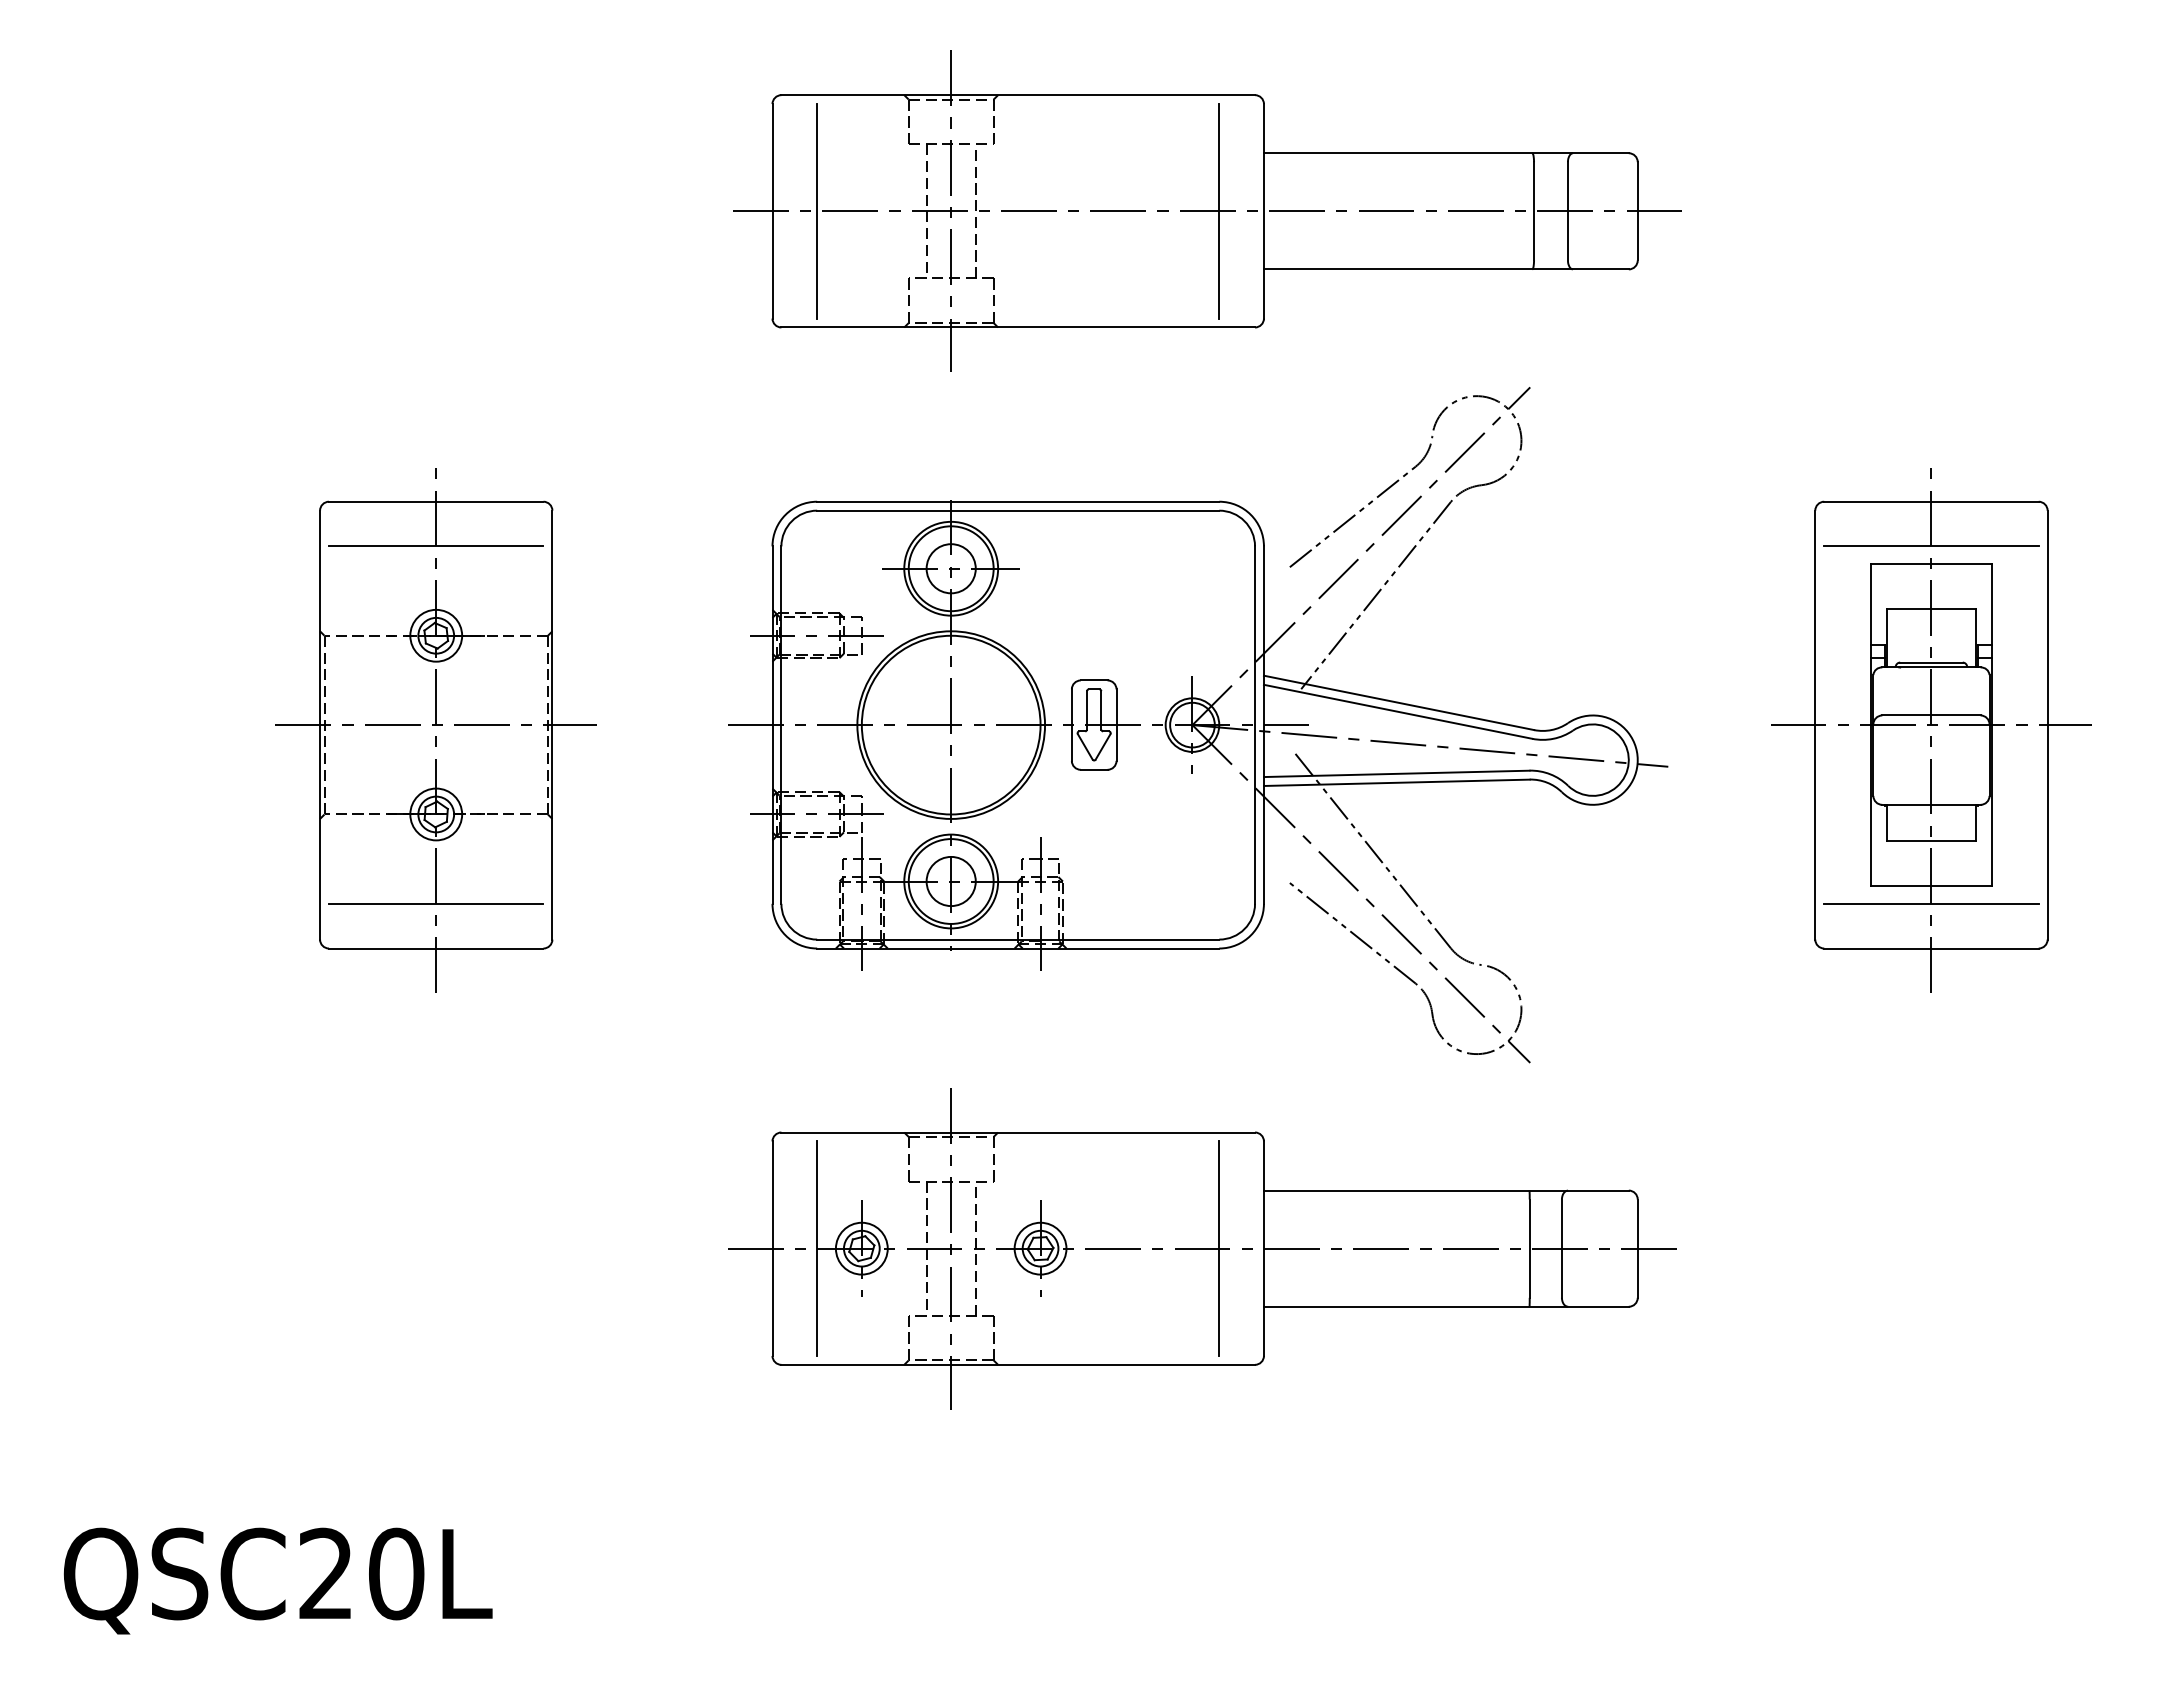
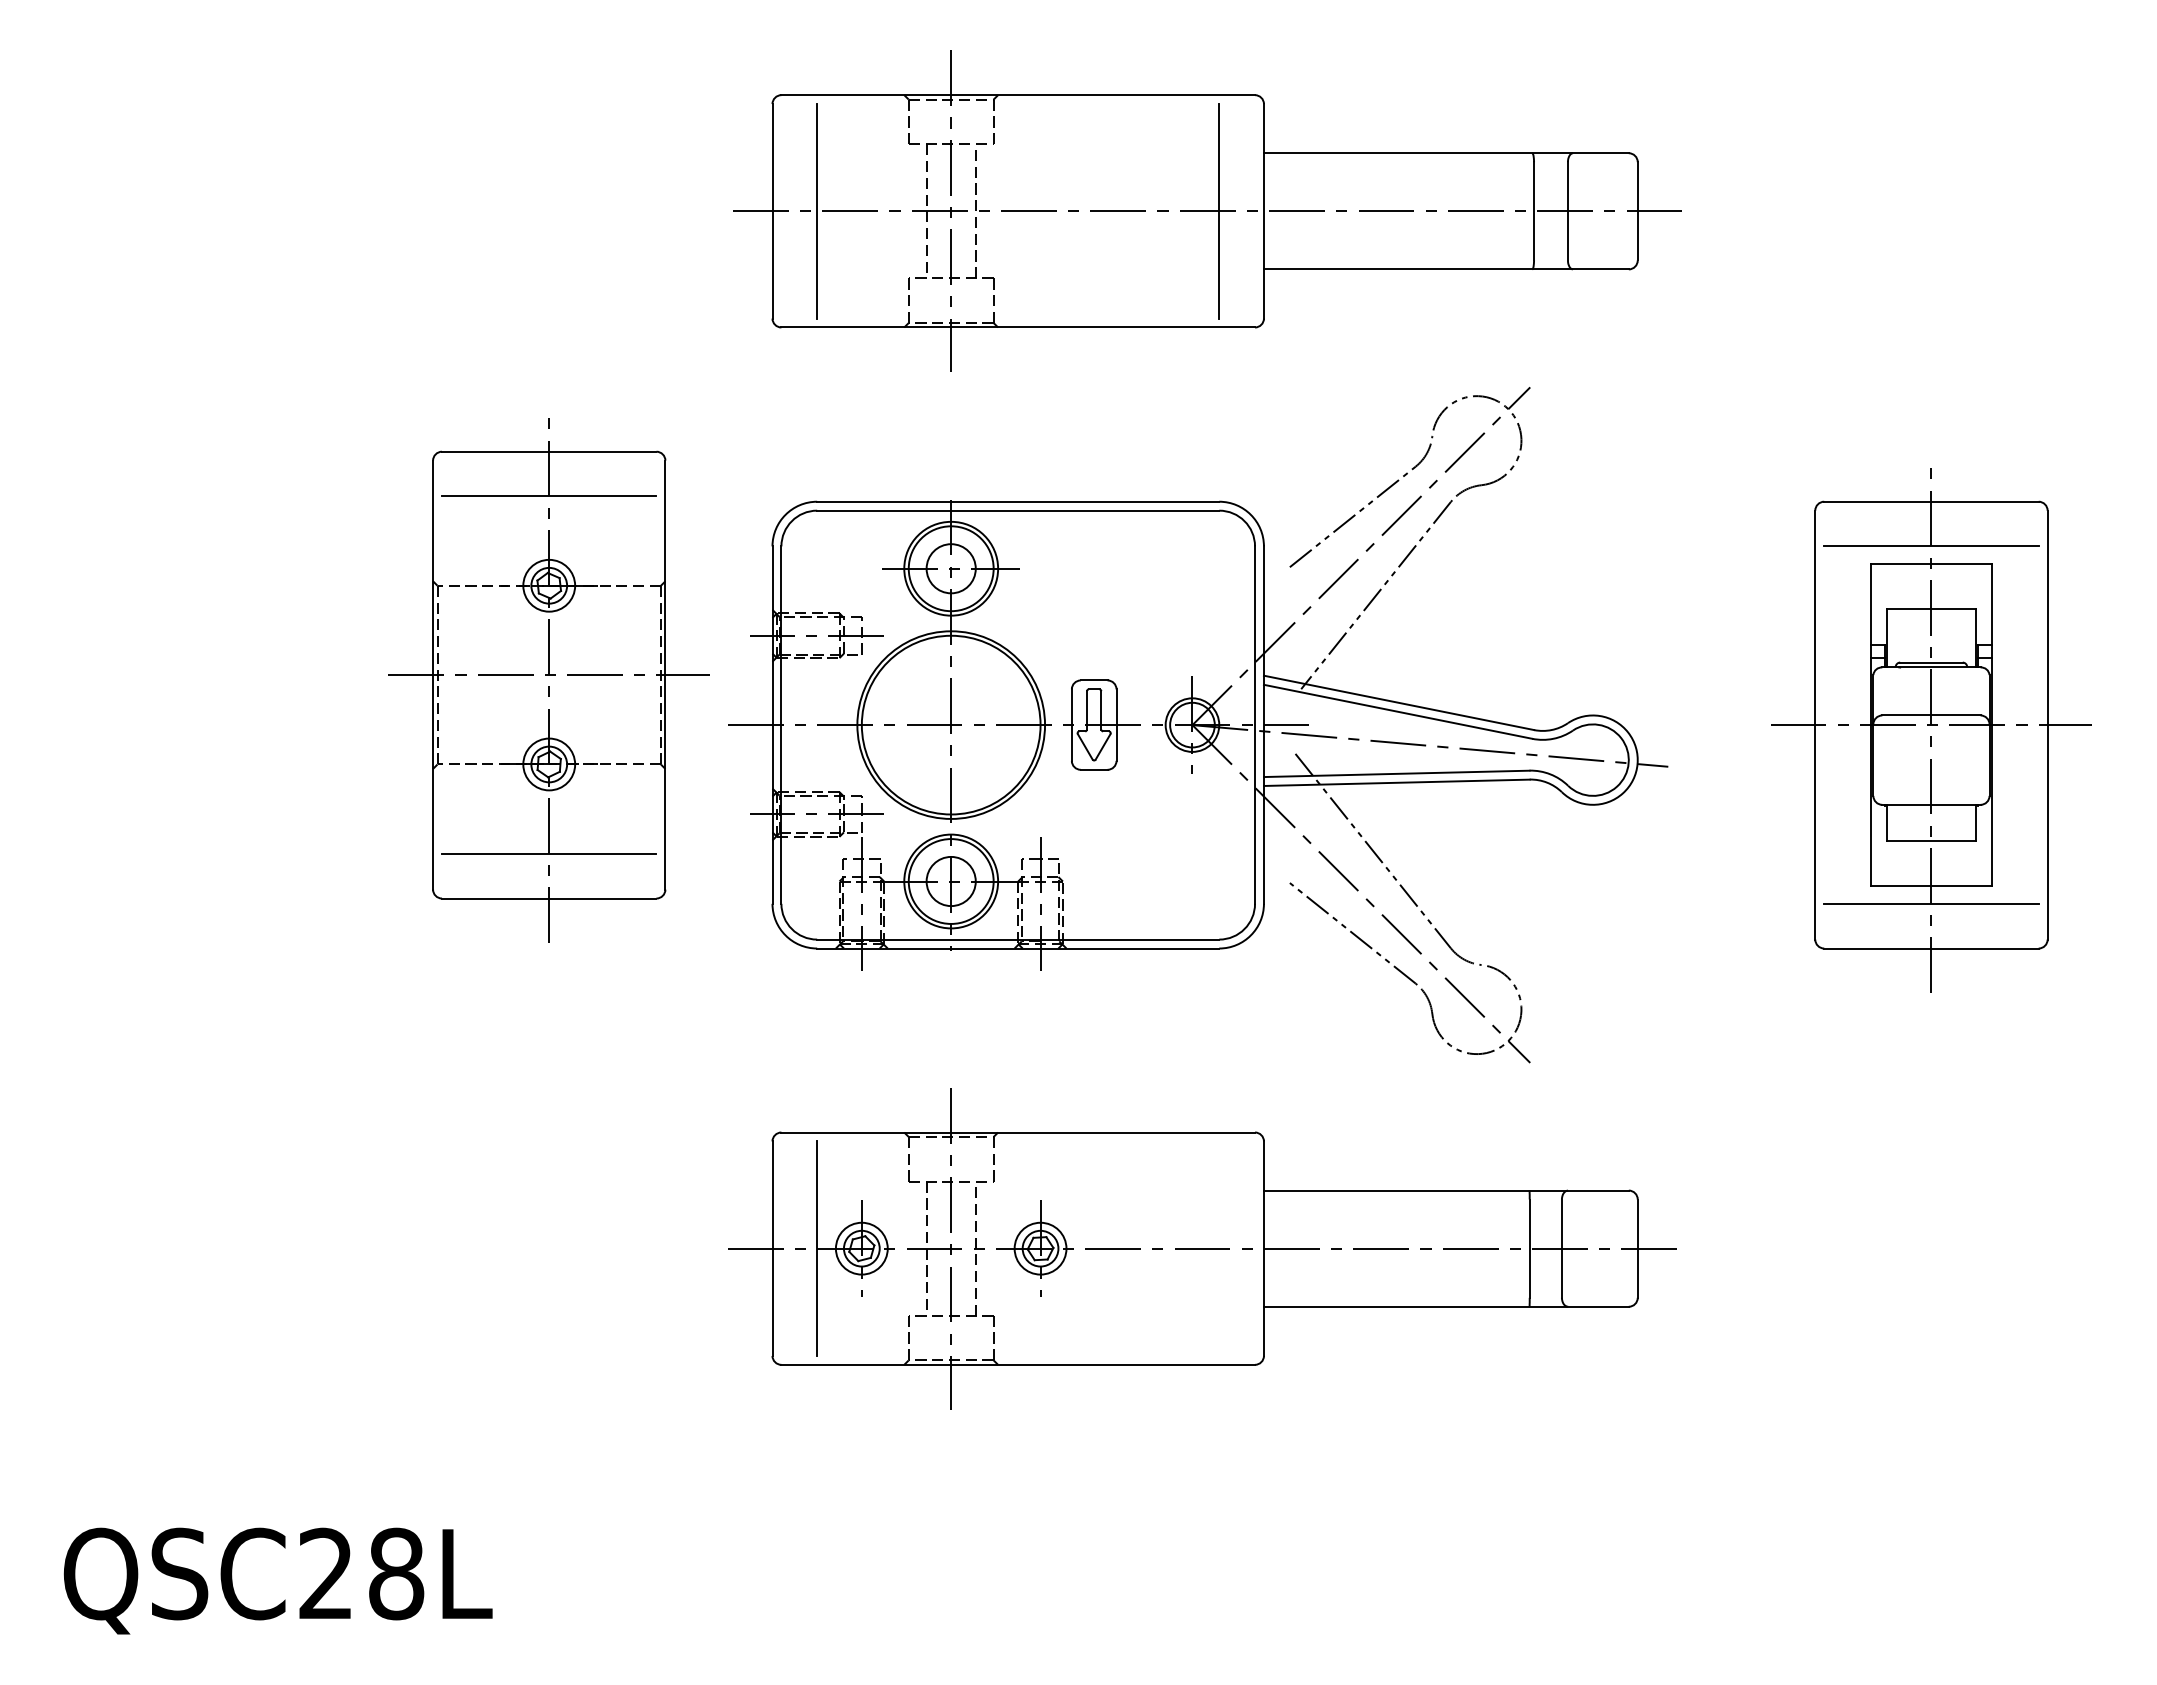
part at (435, 730) position: (435, 730) -> (548, 680)
line at (1219, 1248): present -> none
text at (396, 1574): QSC20L -> QSC28L
